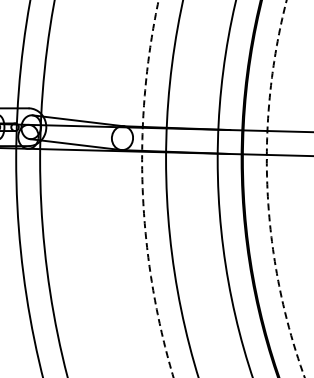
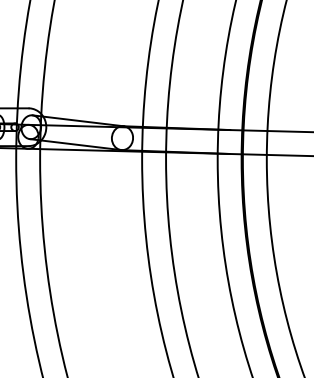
circle at (157, 188): dashed -> solid
circle at (285, 188): dashed -> solid
